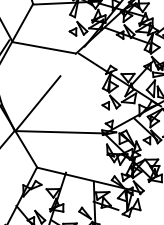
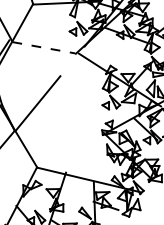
line at (43, 47): solid -> dashed
line at (61, 132): present -> none
